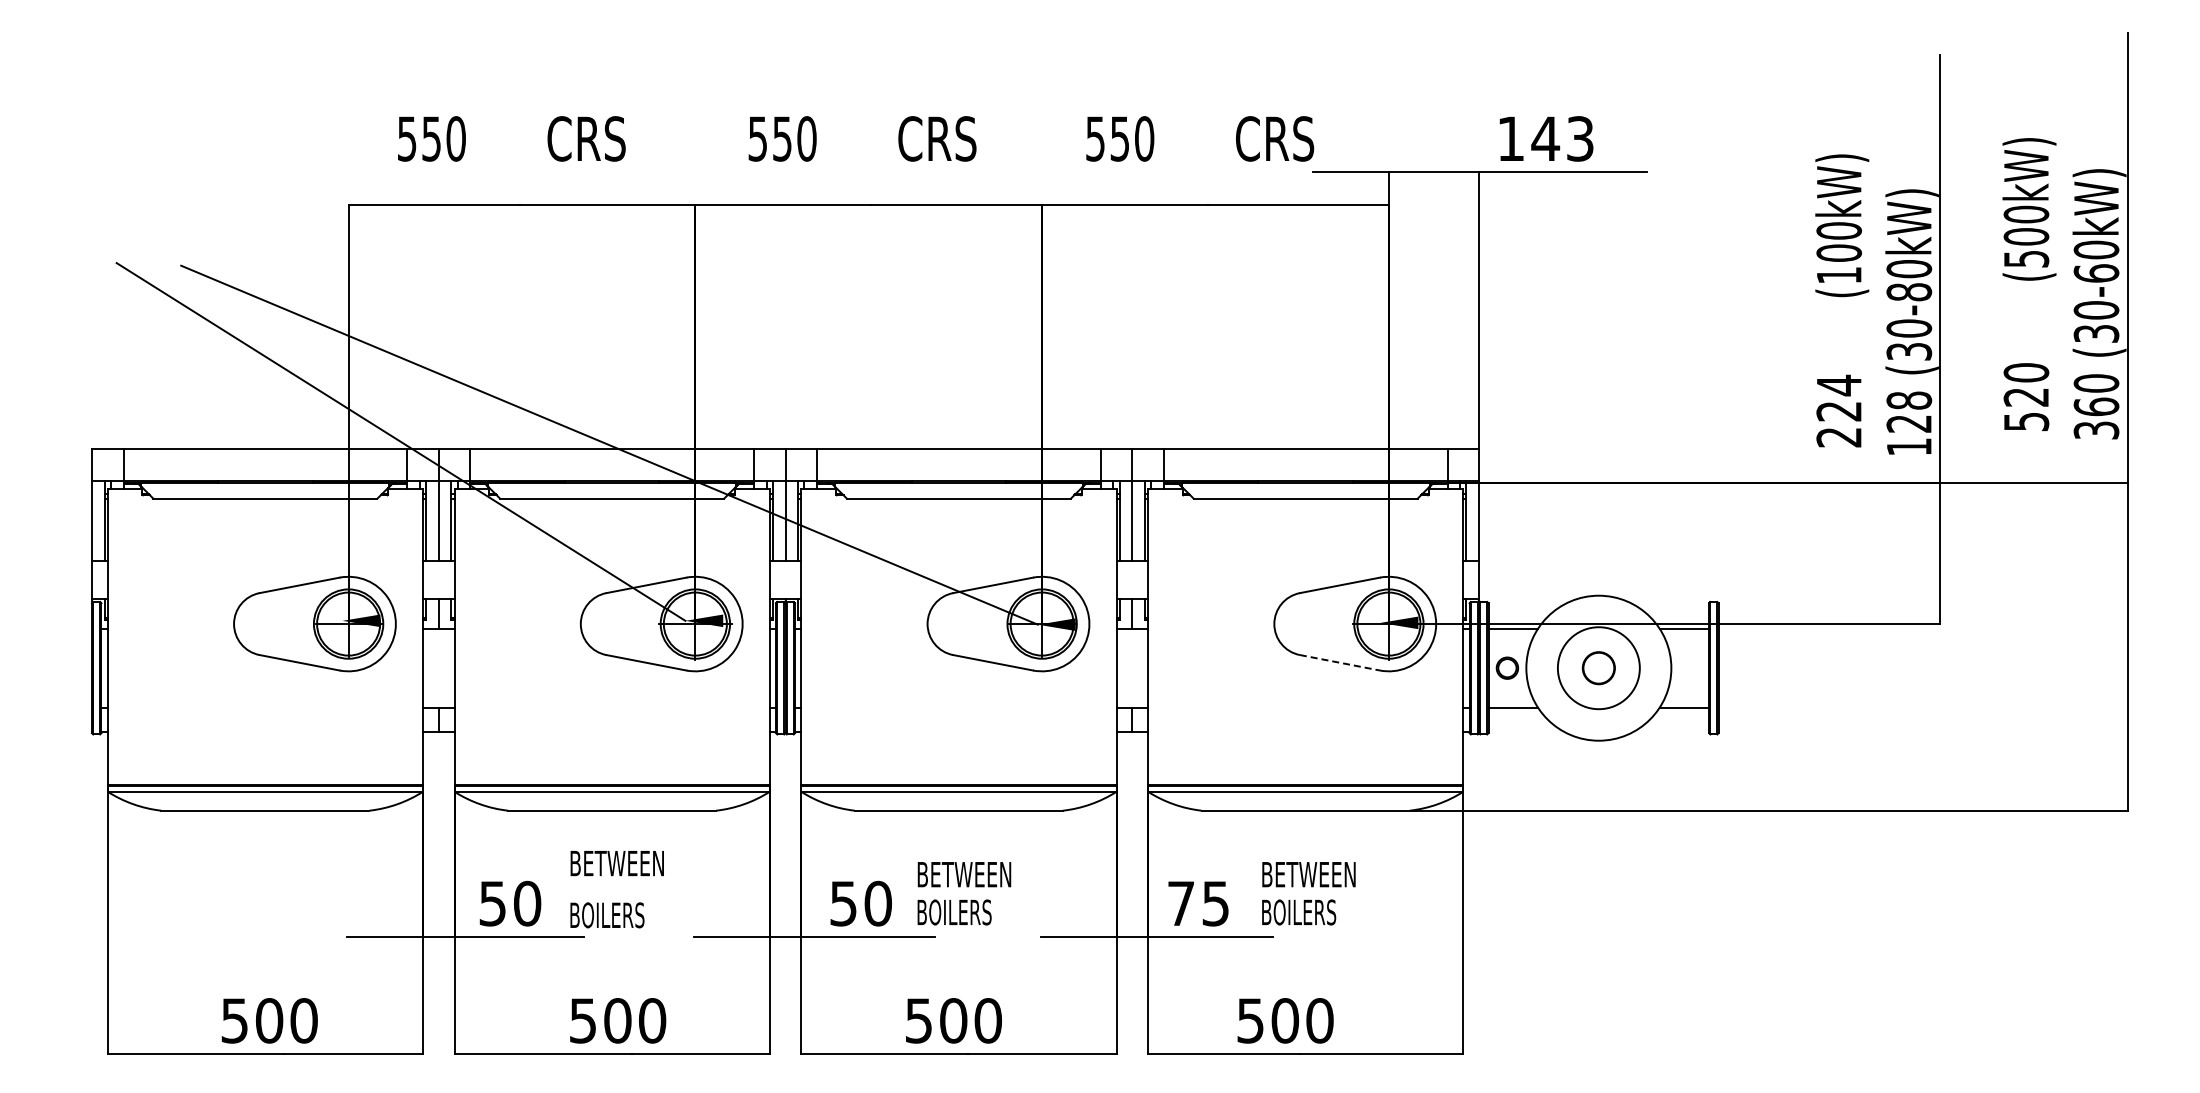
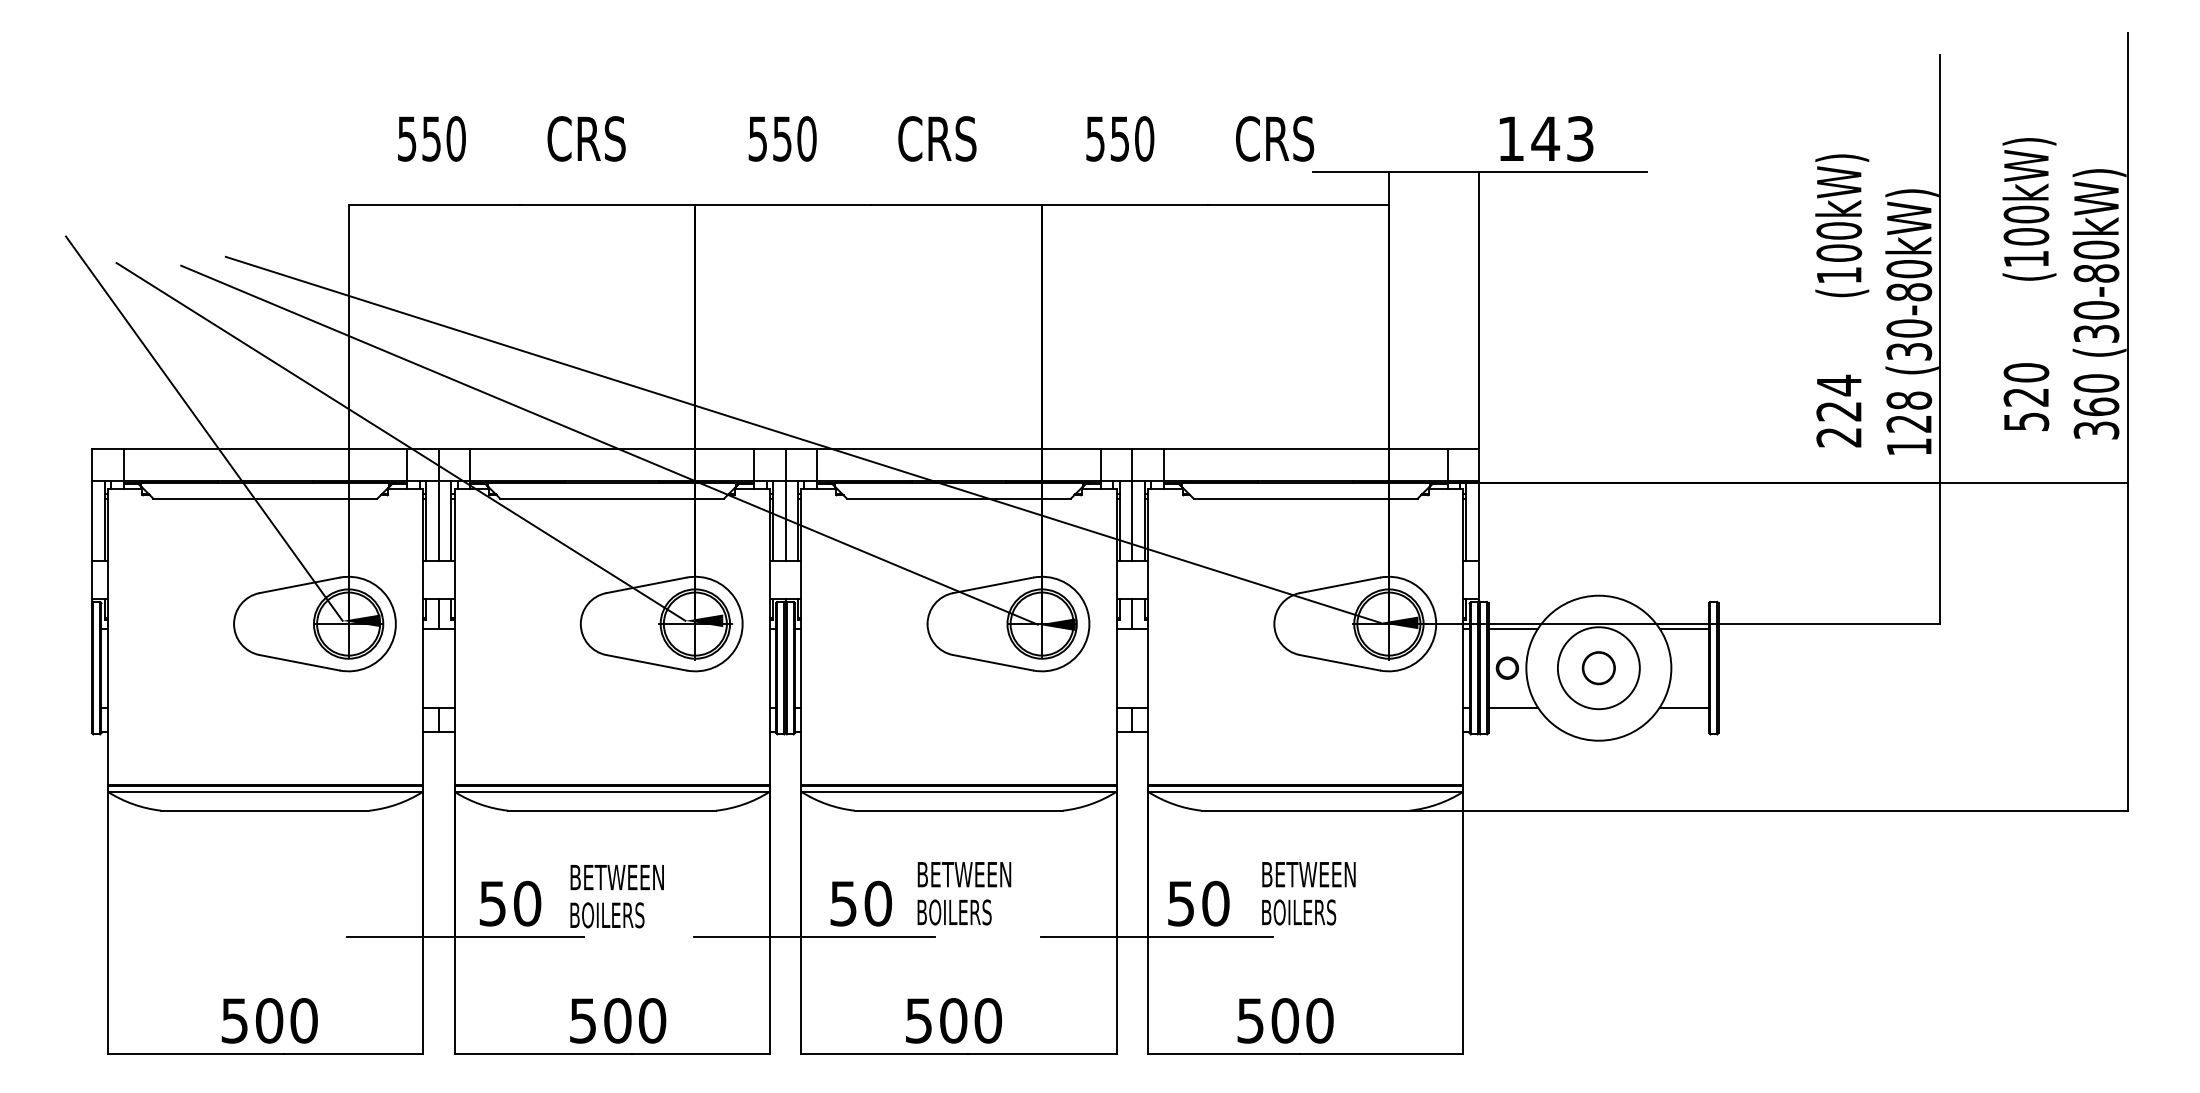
text at (2026, 259): (500kW) -> (100kW)
text at (2096, 273): (30-60kW) -> (30-80kW)
line at (204, 428): none -> present
line at (802, 439): none -> present
line at (1339, 662): dashed -> solid
text at (616, 863) position: (616, 863) -> (616, 877)
text at (1198, 903): 75 -> 50
